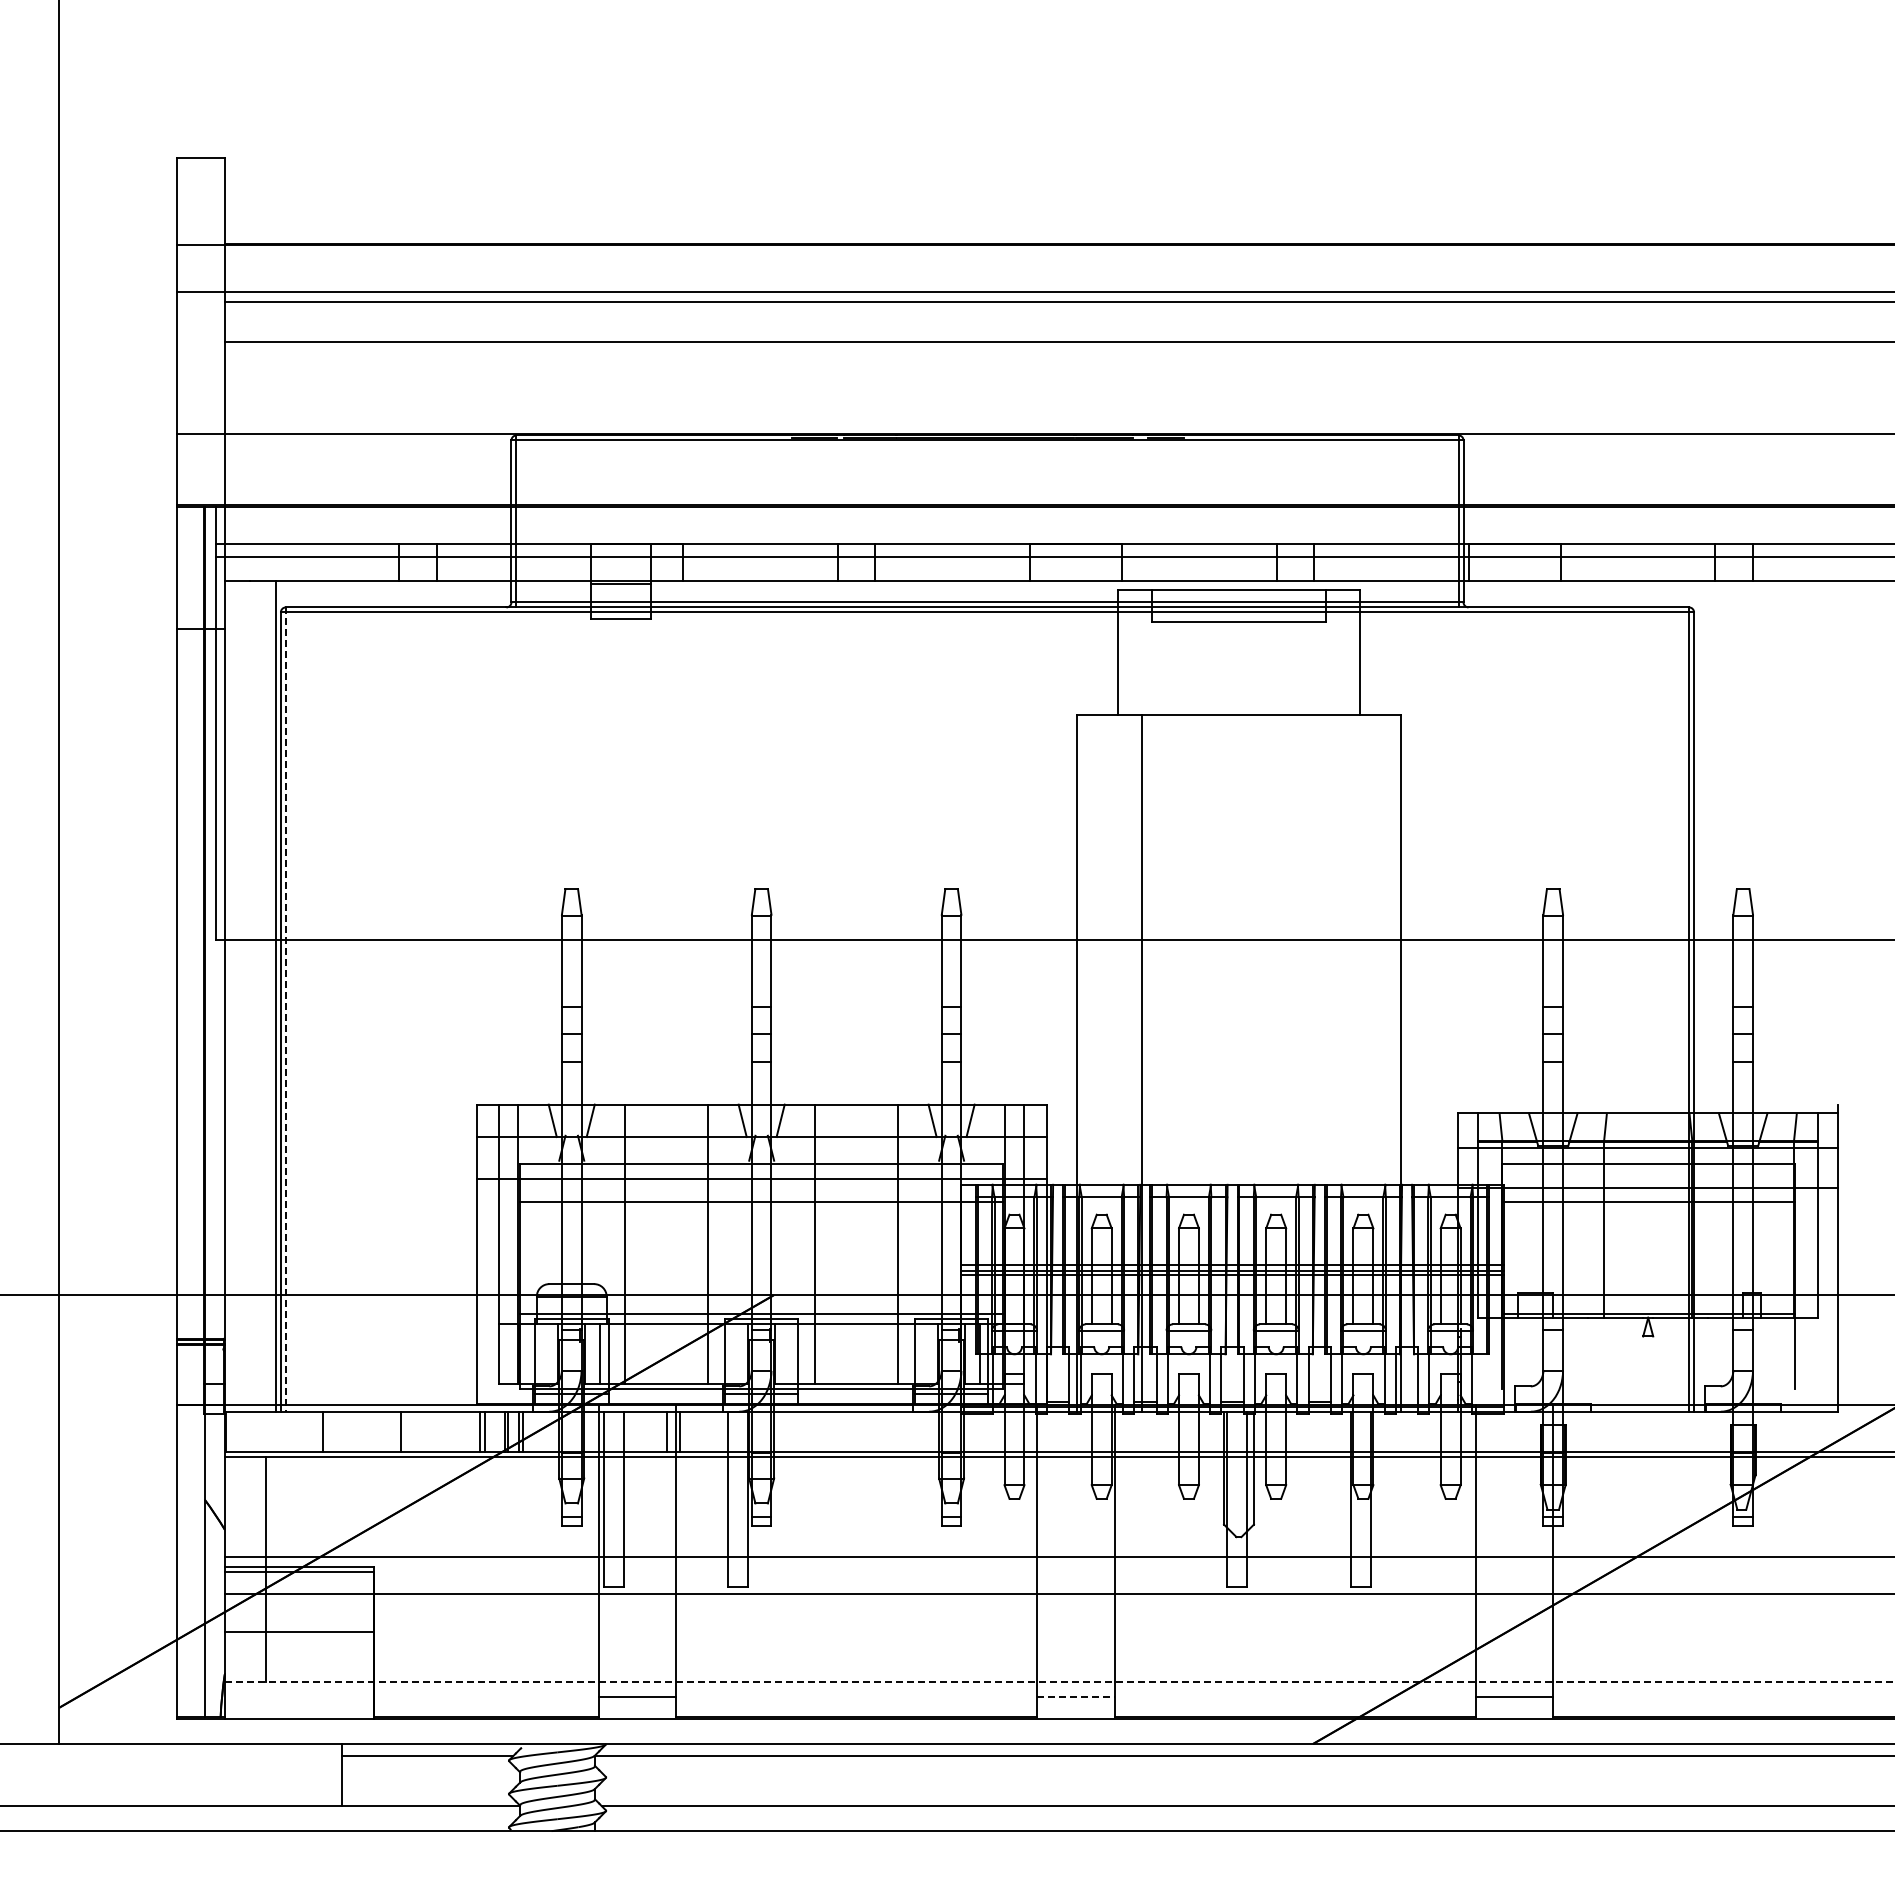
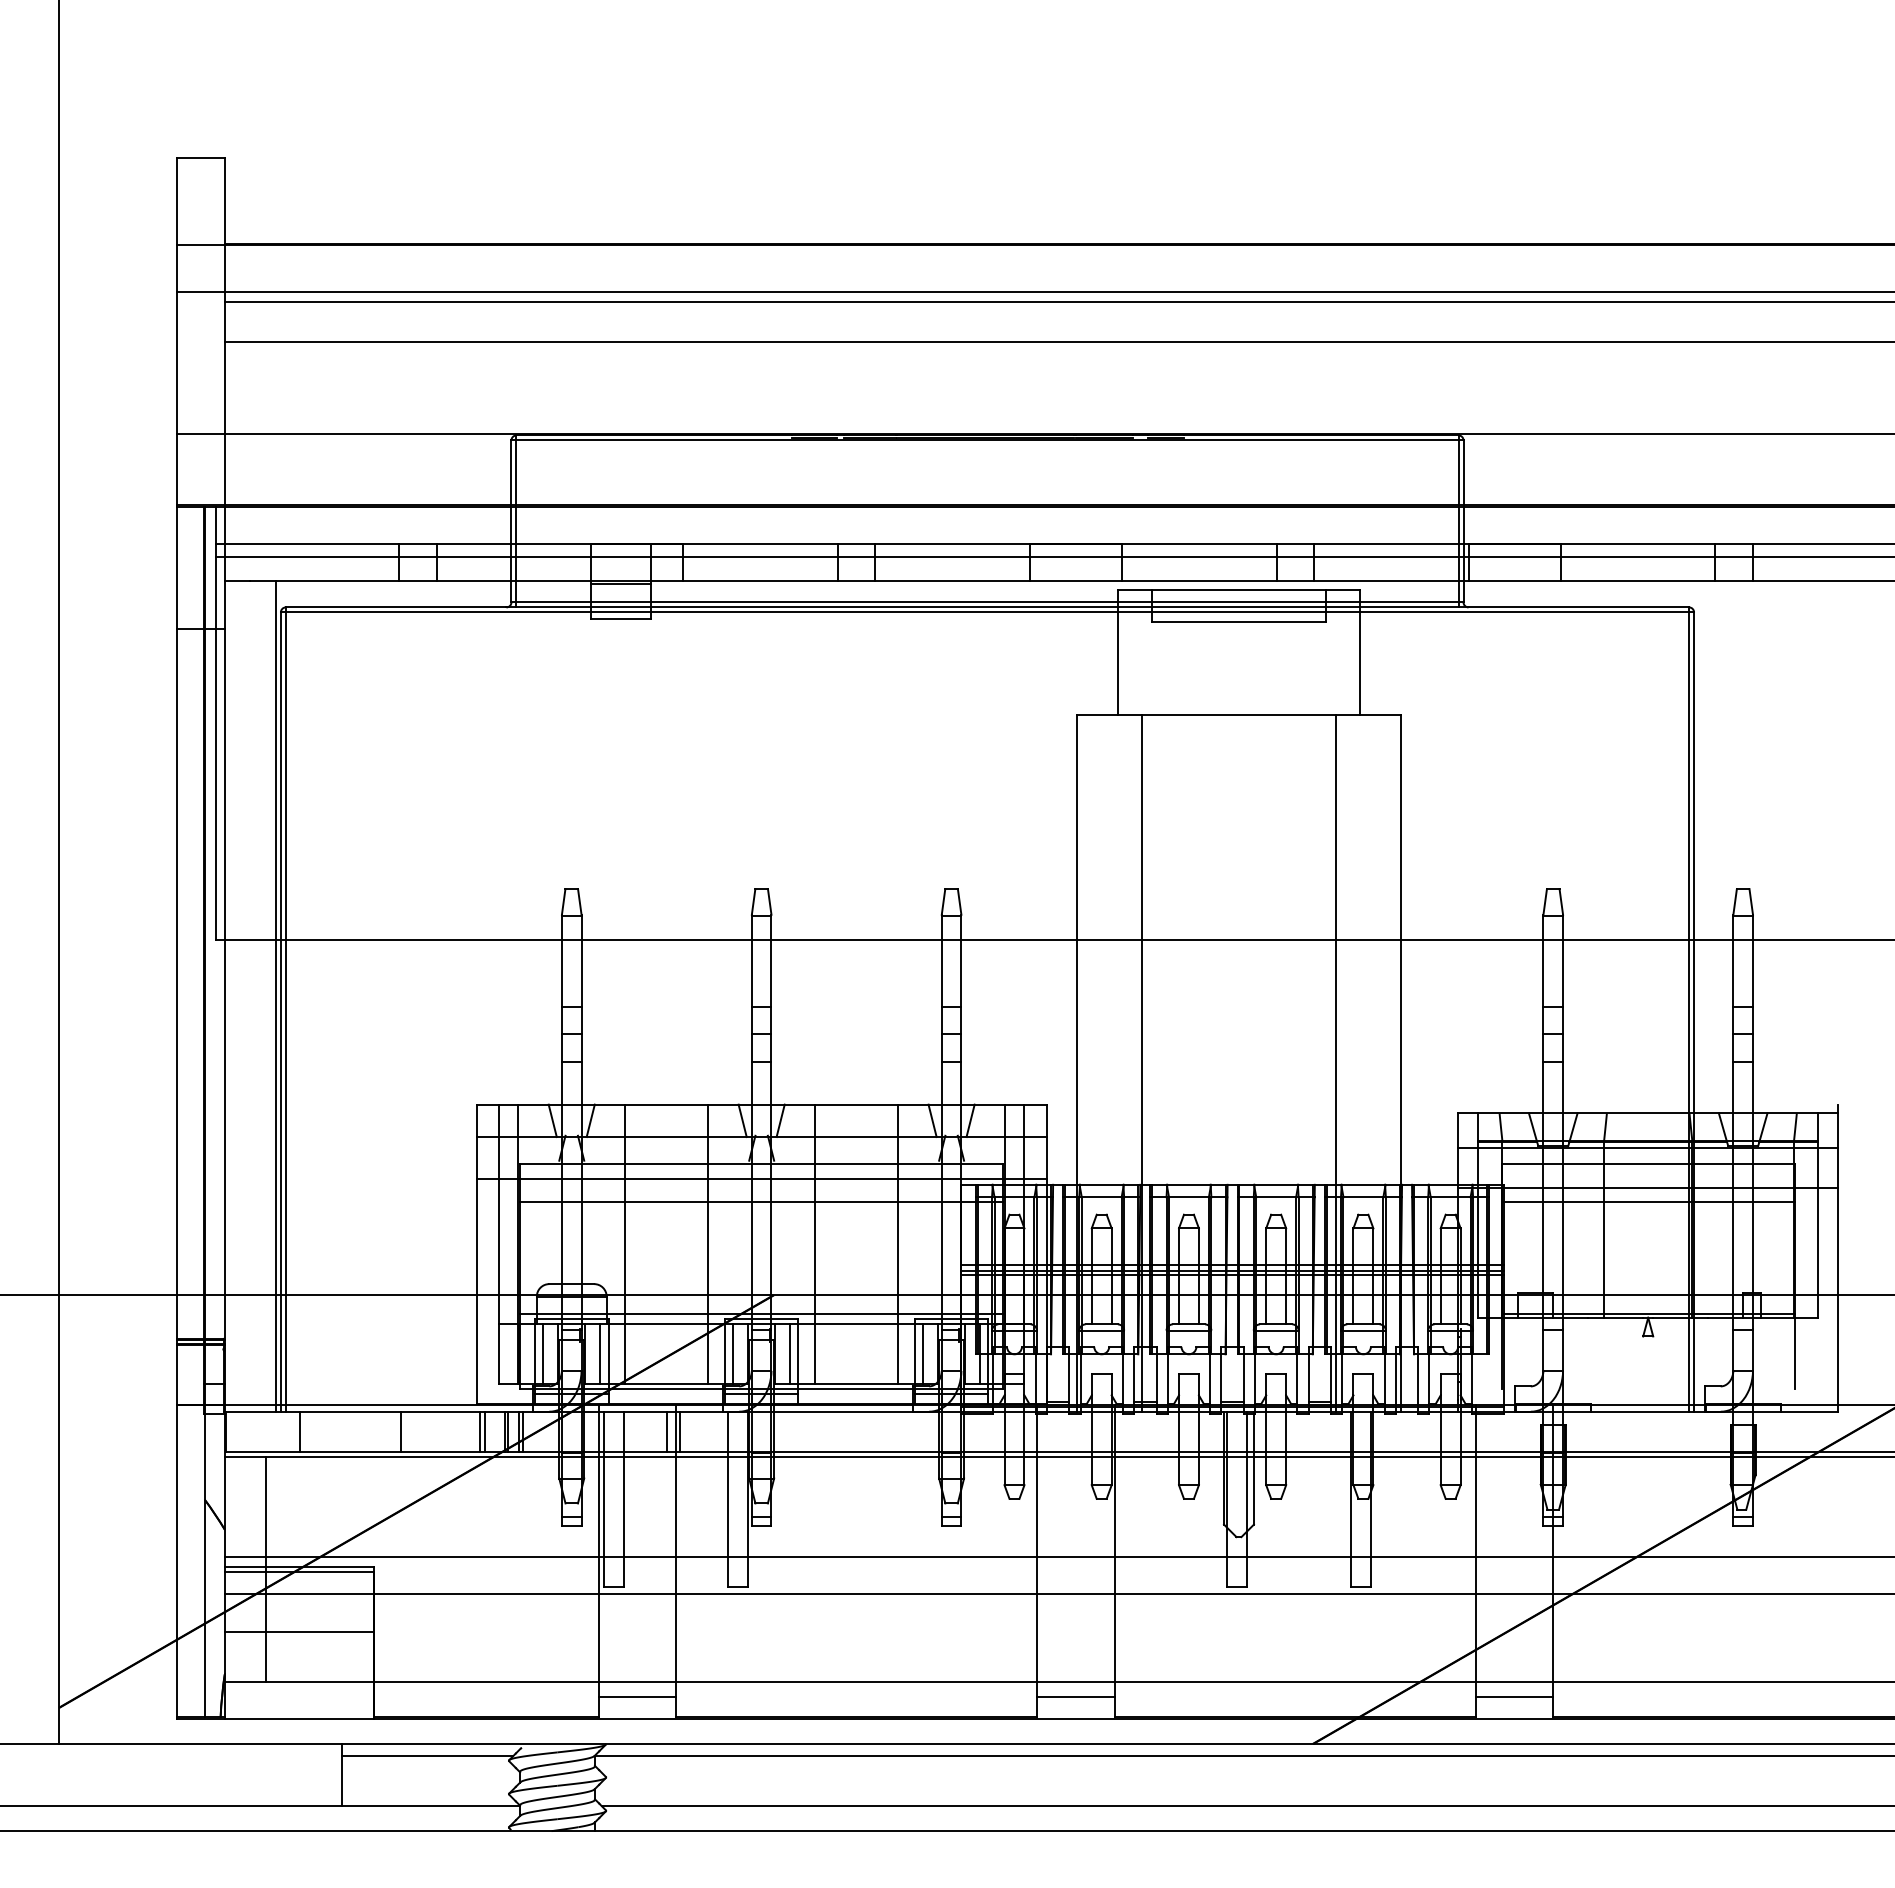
line at (285, 1009): dashed -> solid
line at (1336, 1063): none -> present
line at (543, 1353): none -> present
line at (733, 1353): none -> present
line at (790, 1353): none -> present
line at (922, 1353): none -> present
line at (323, 1432) position: (323, 1432) -> (300, 1432)
line at (1059, 1681): dashed -> solid
line at (1075, 1696): dashed -> solid
